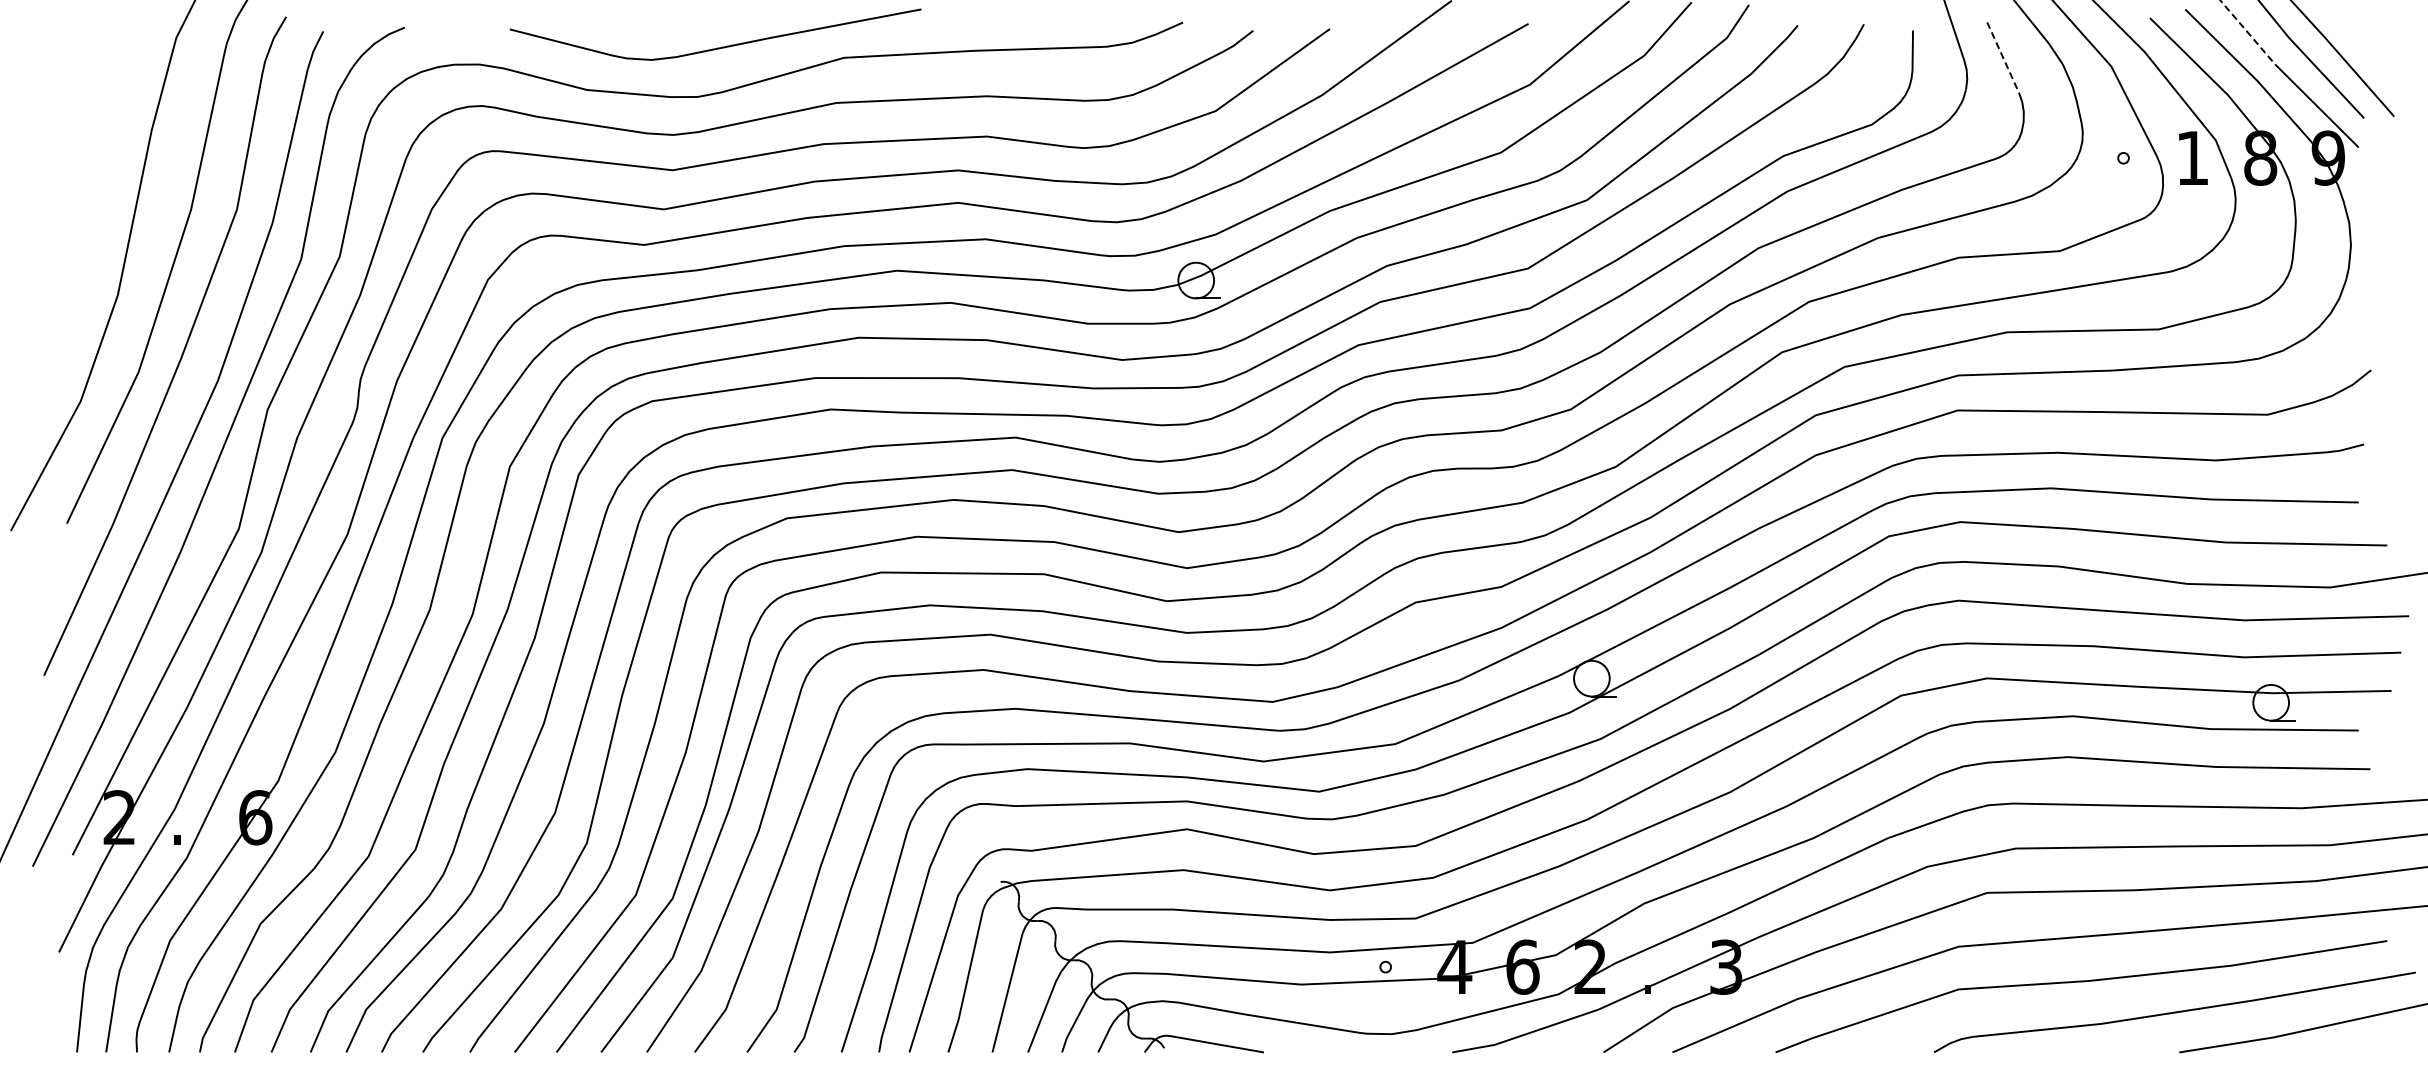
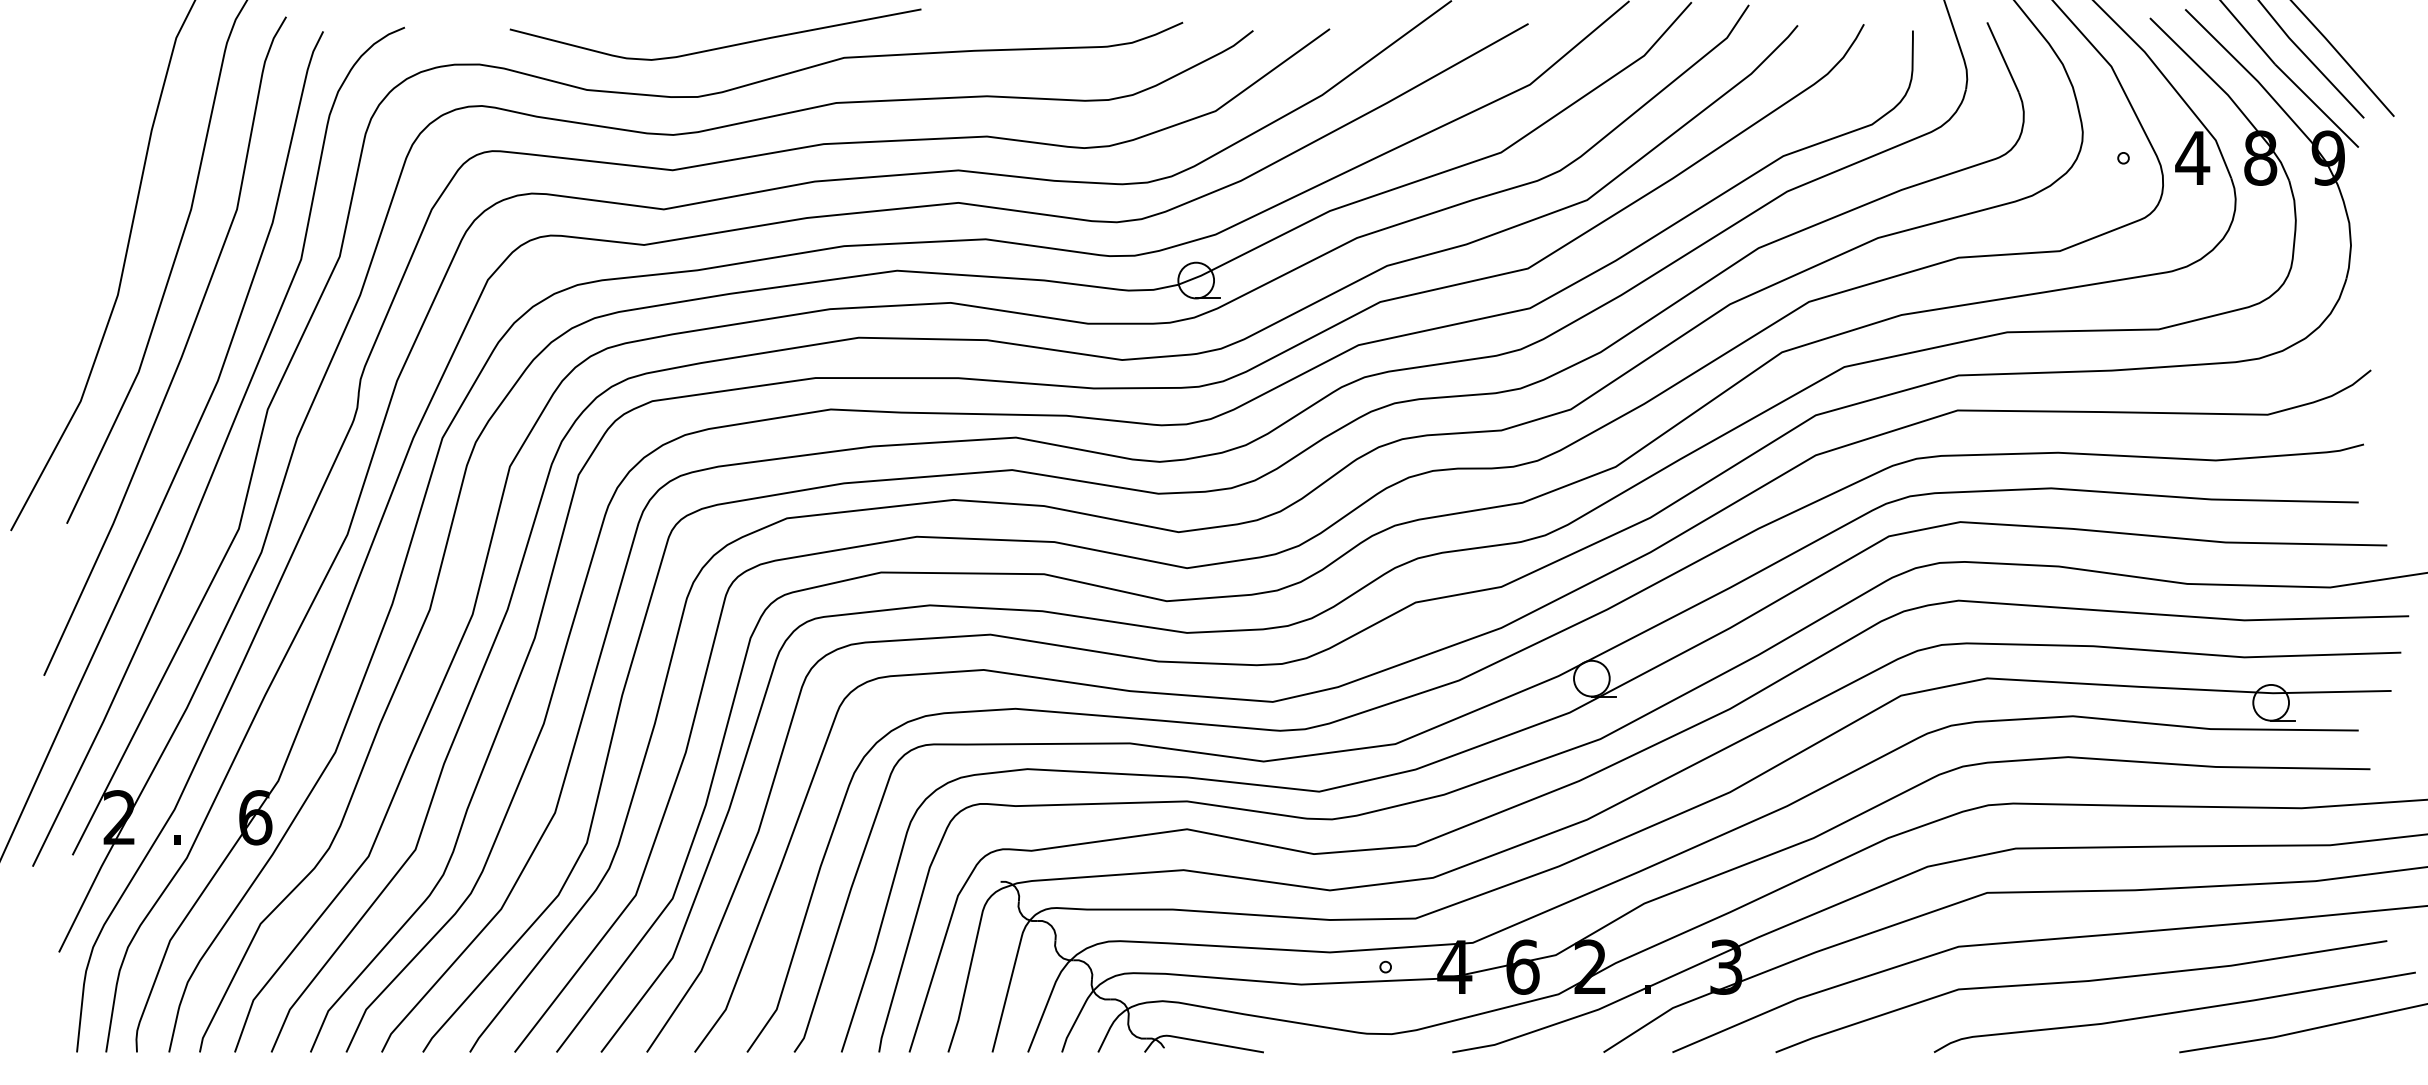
line at (2248, 32): dashed -> solid
line at (2003, 57): dashed -> solid
text at (2192, 157): 1 -> 4
